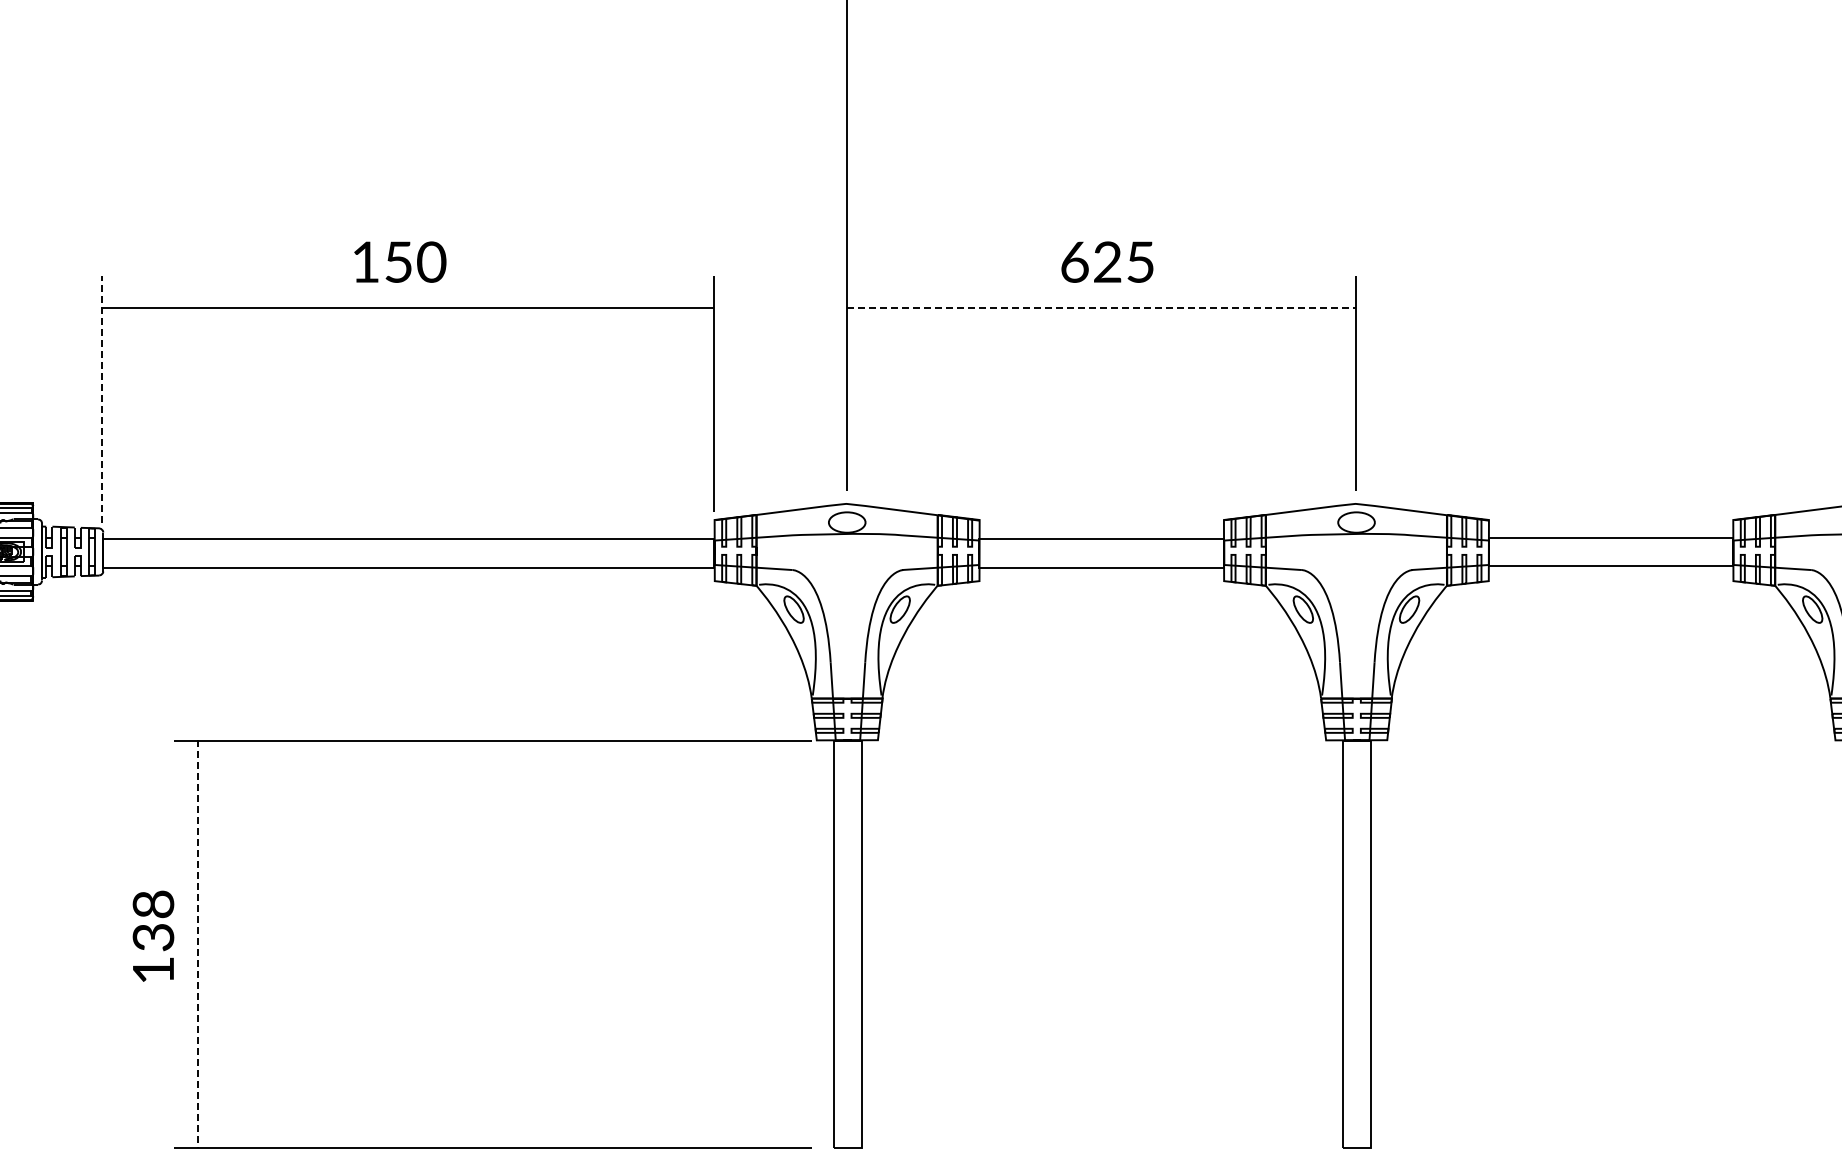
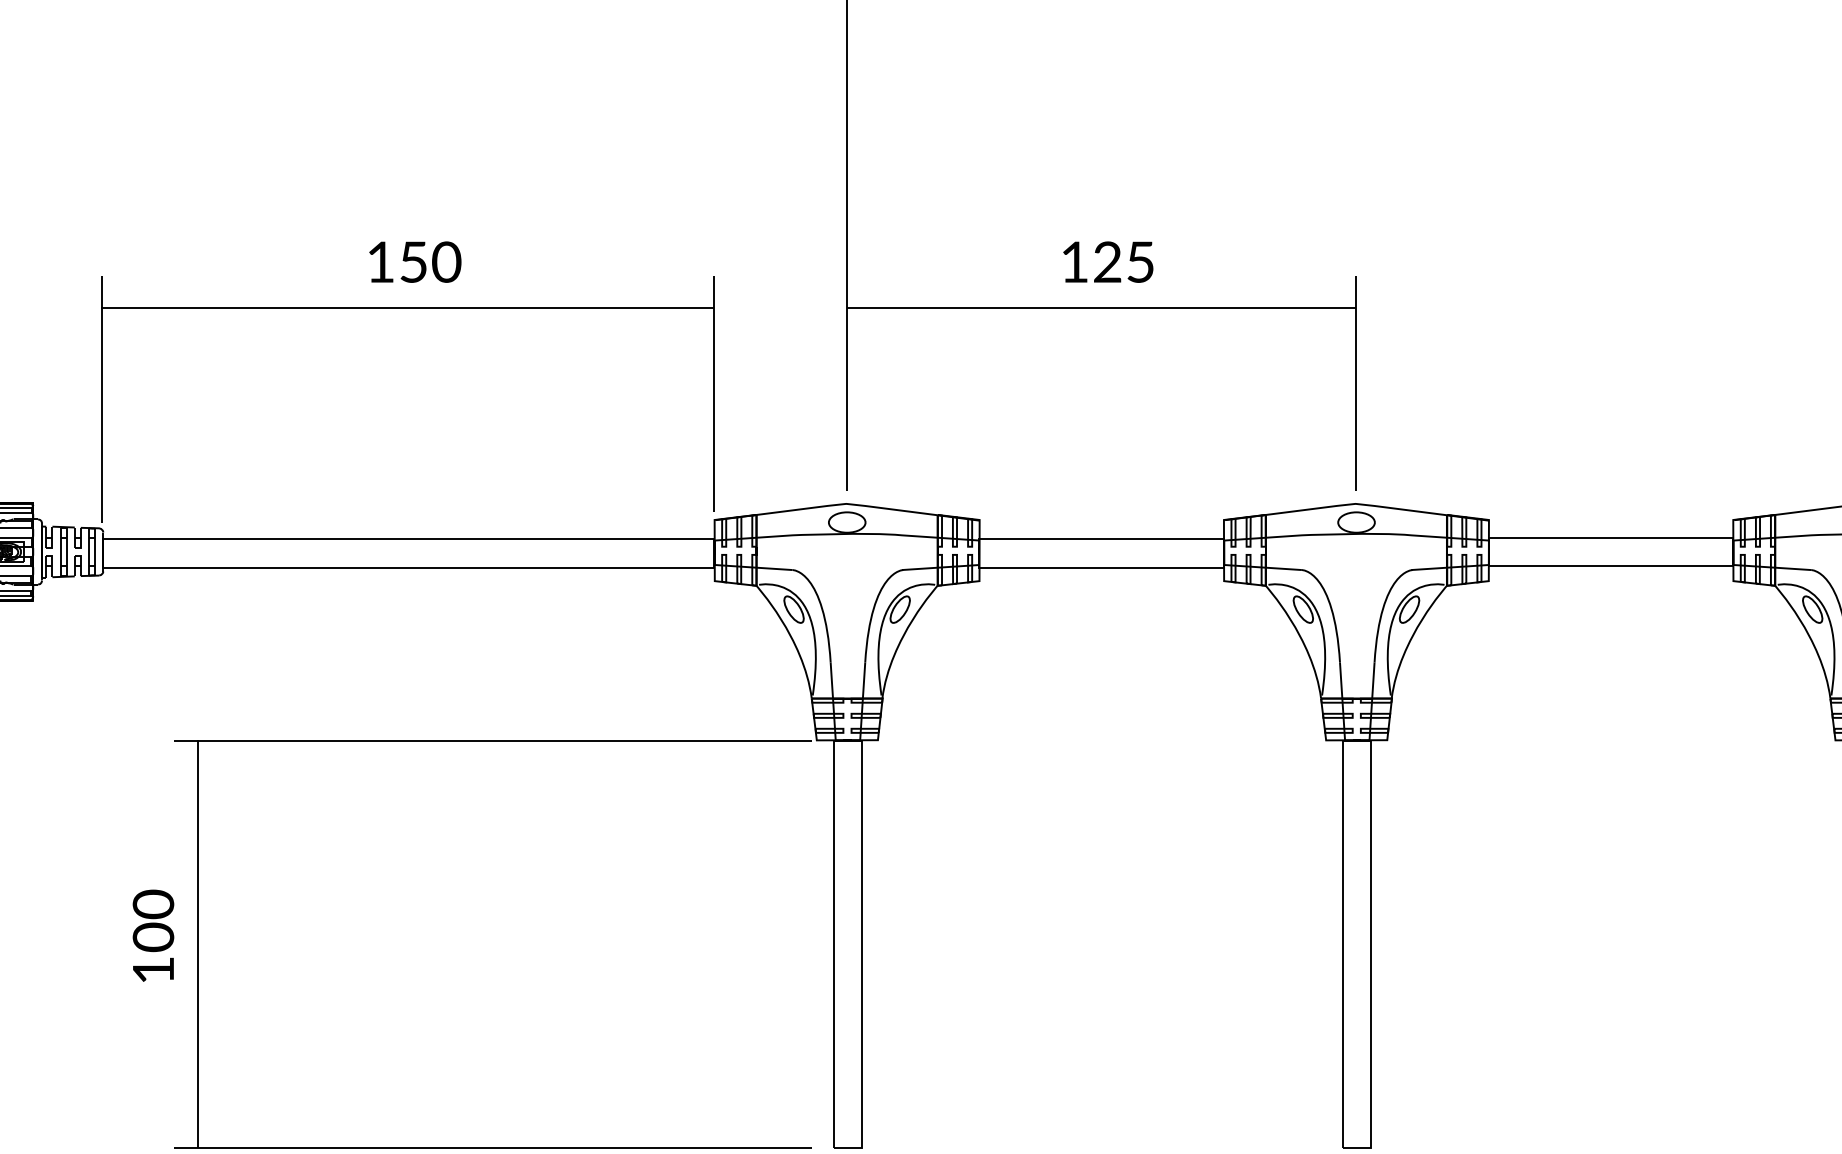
text at (400, 261) position: (400, 261) -> (415, 261)
text at (1074, 261): 625 -> 125
line at (1101, 308): dashed -> solid
line at (102, 399): dashed -> solid
text at (153, 920): 138 -> 100
line at (198, 944): dashed -> solid
